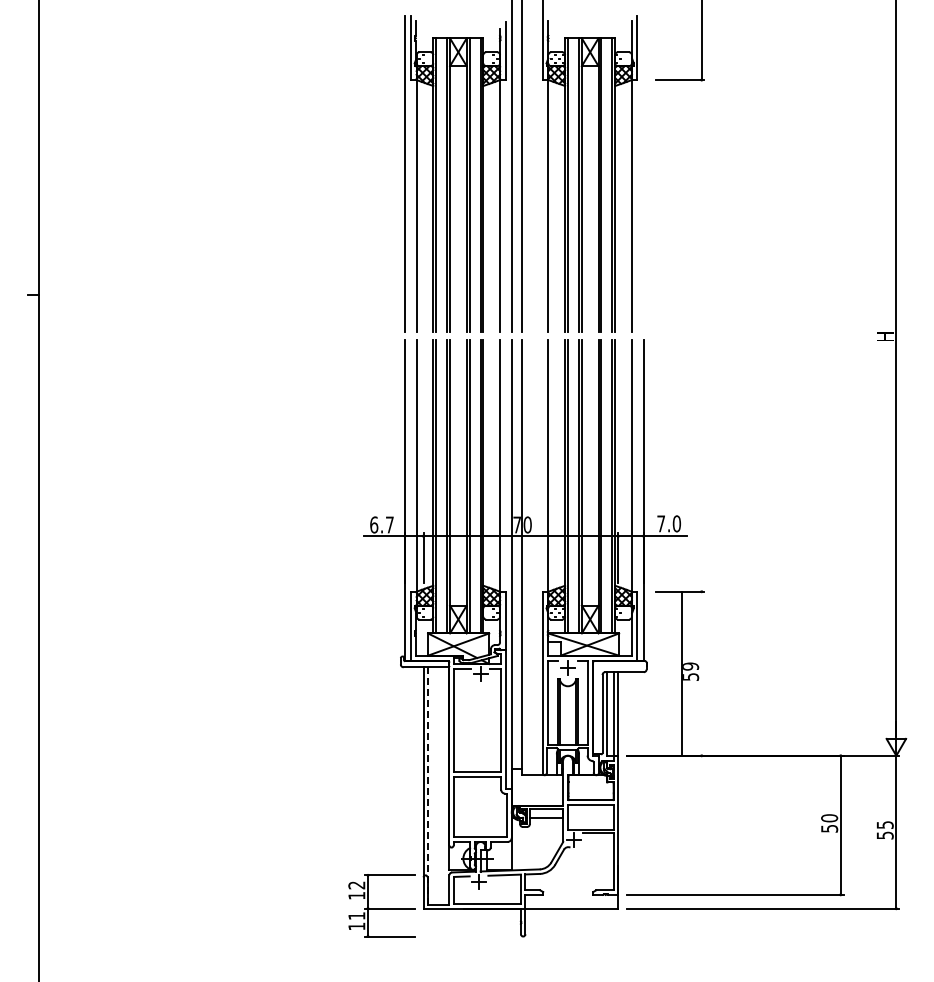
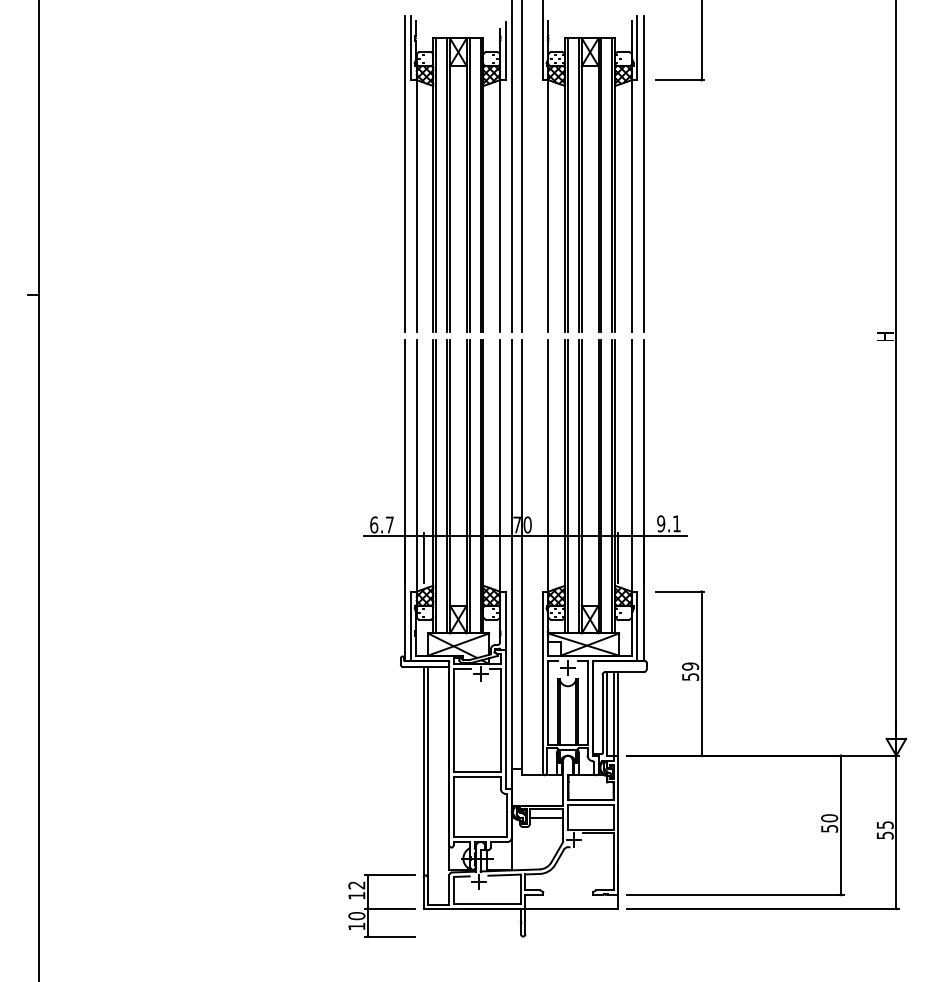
line at (643, 173): none -> present
text at (669, 523): 7.0 -> 9.1
line at (681, 673) position: (681, 673) -> (701, 673)
line at (428, 786): dashed -> solid
text at (356, 916): 11 -> 10
